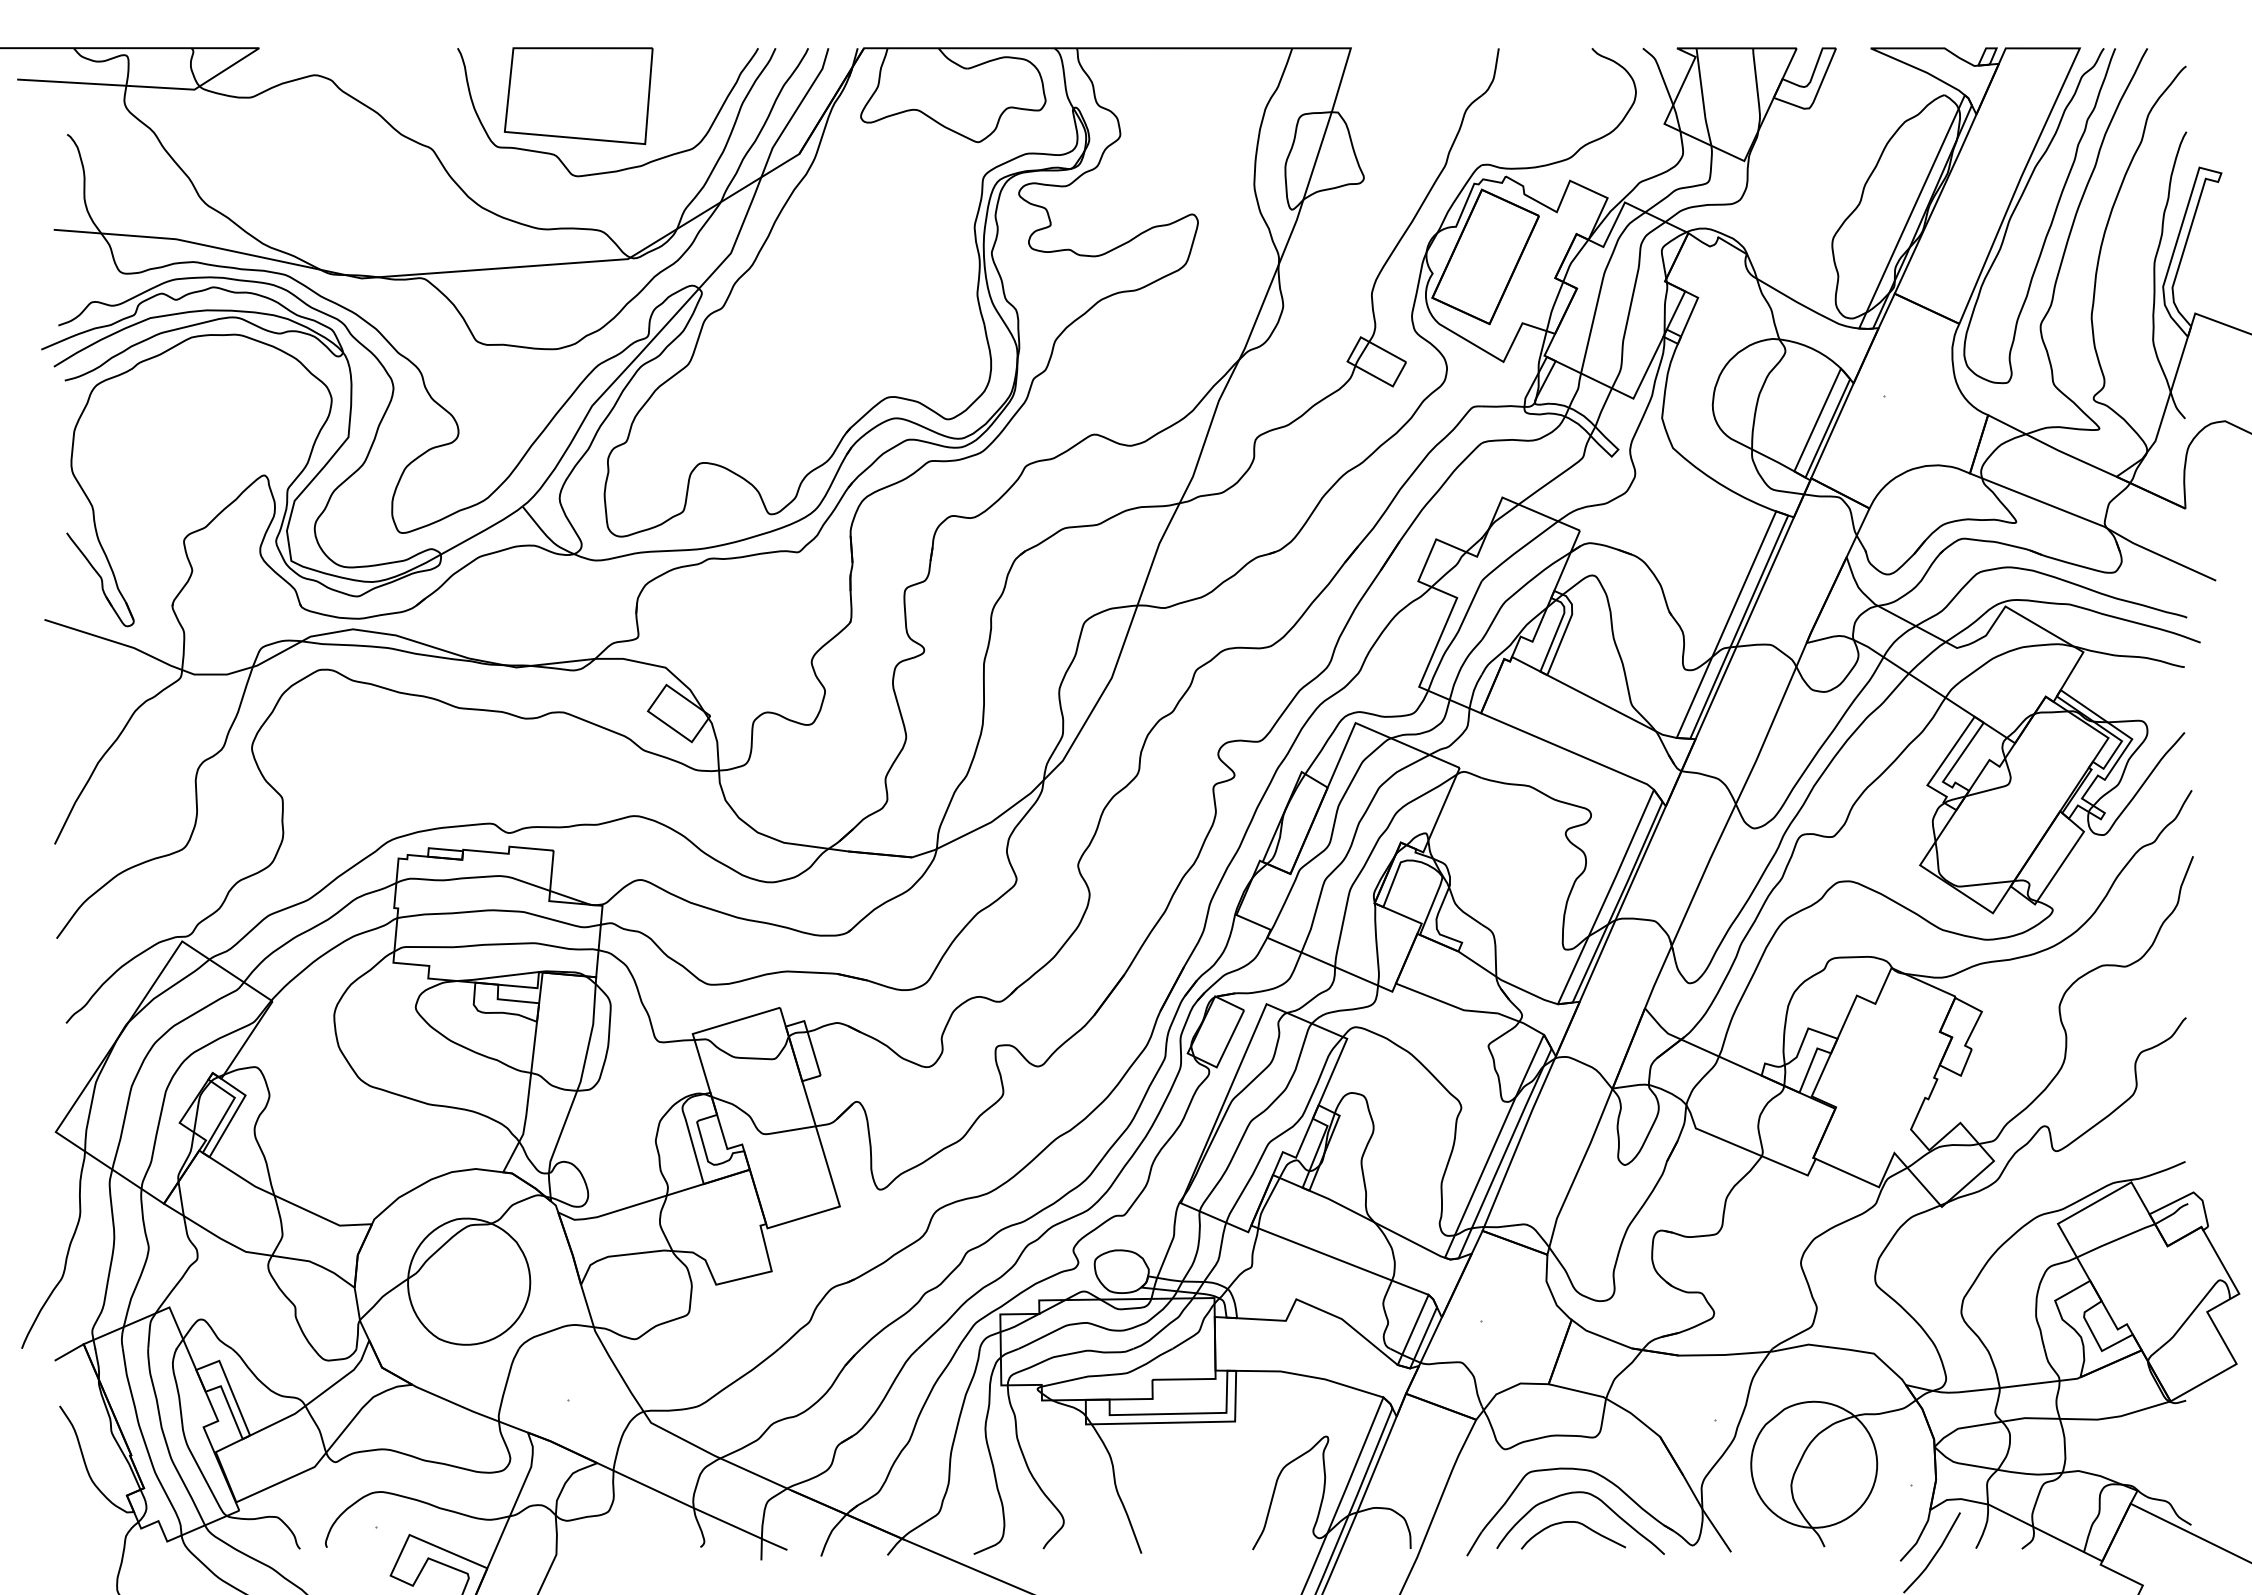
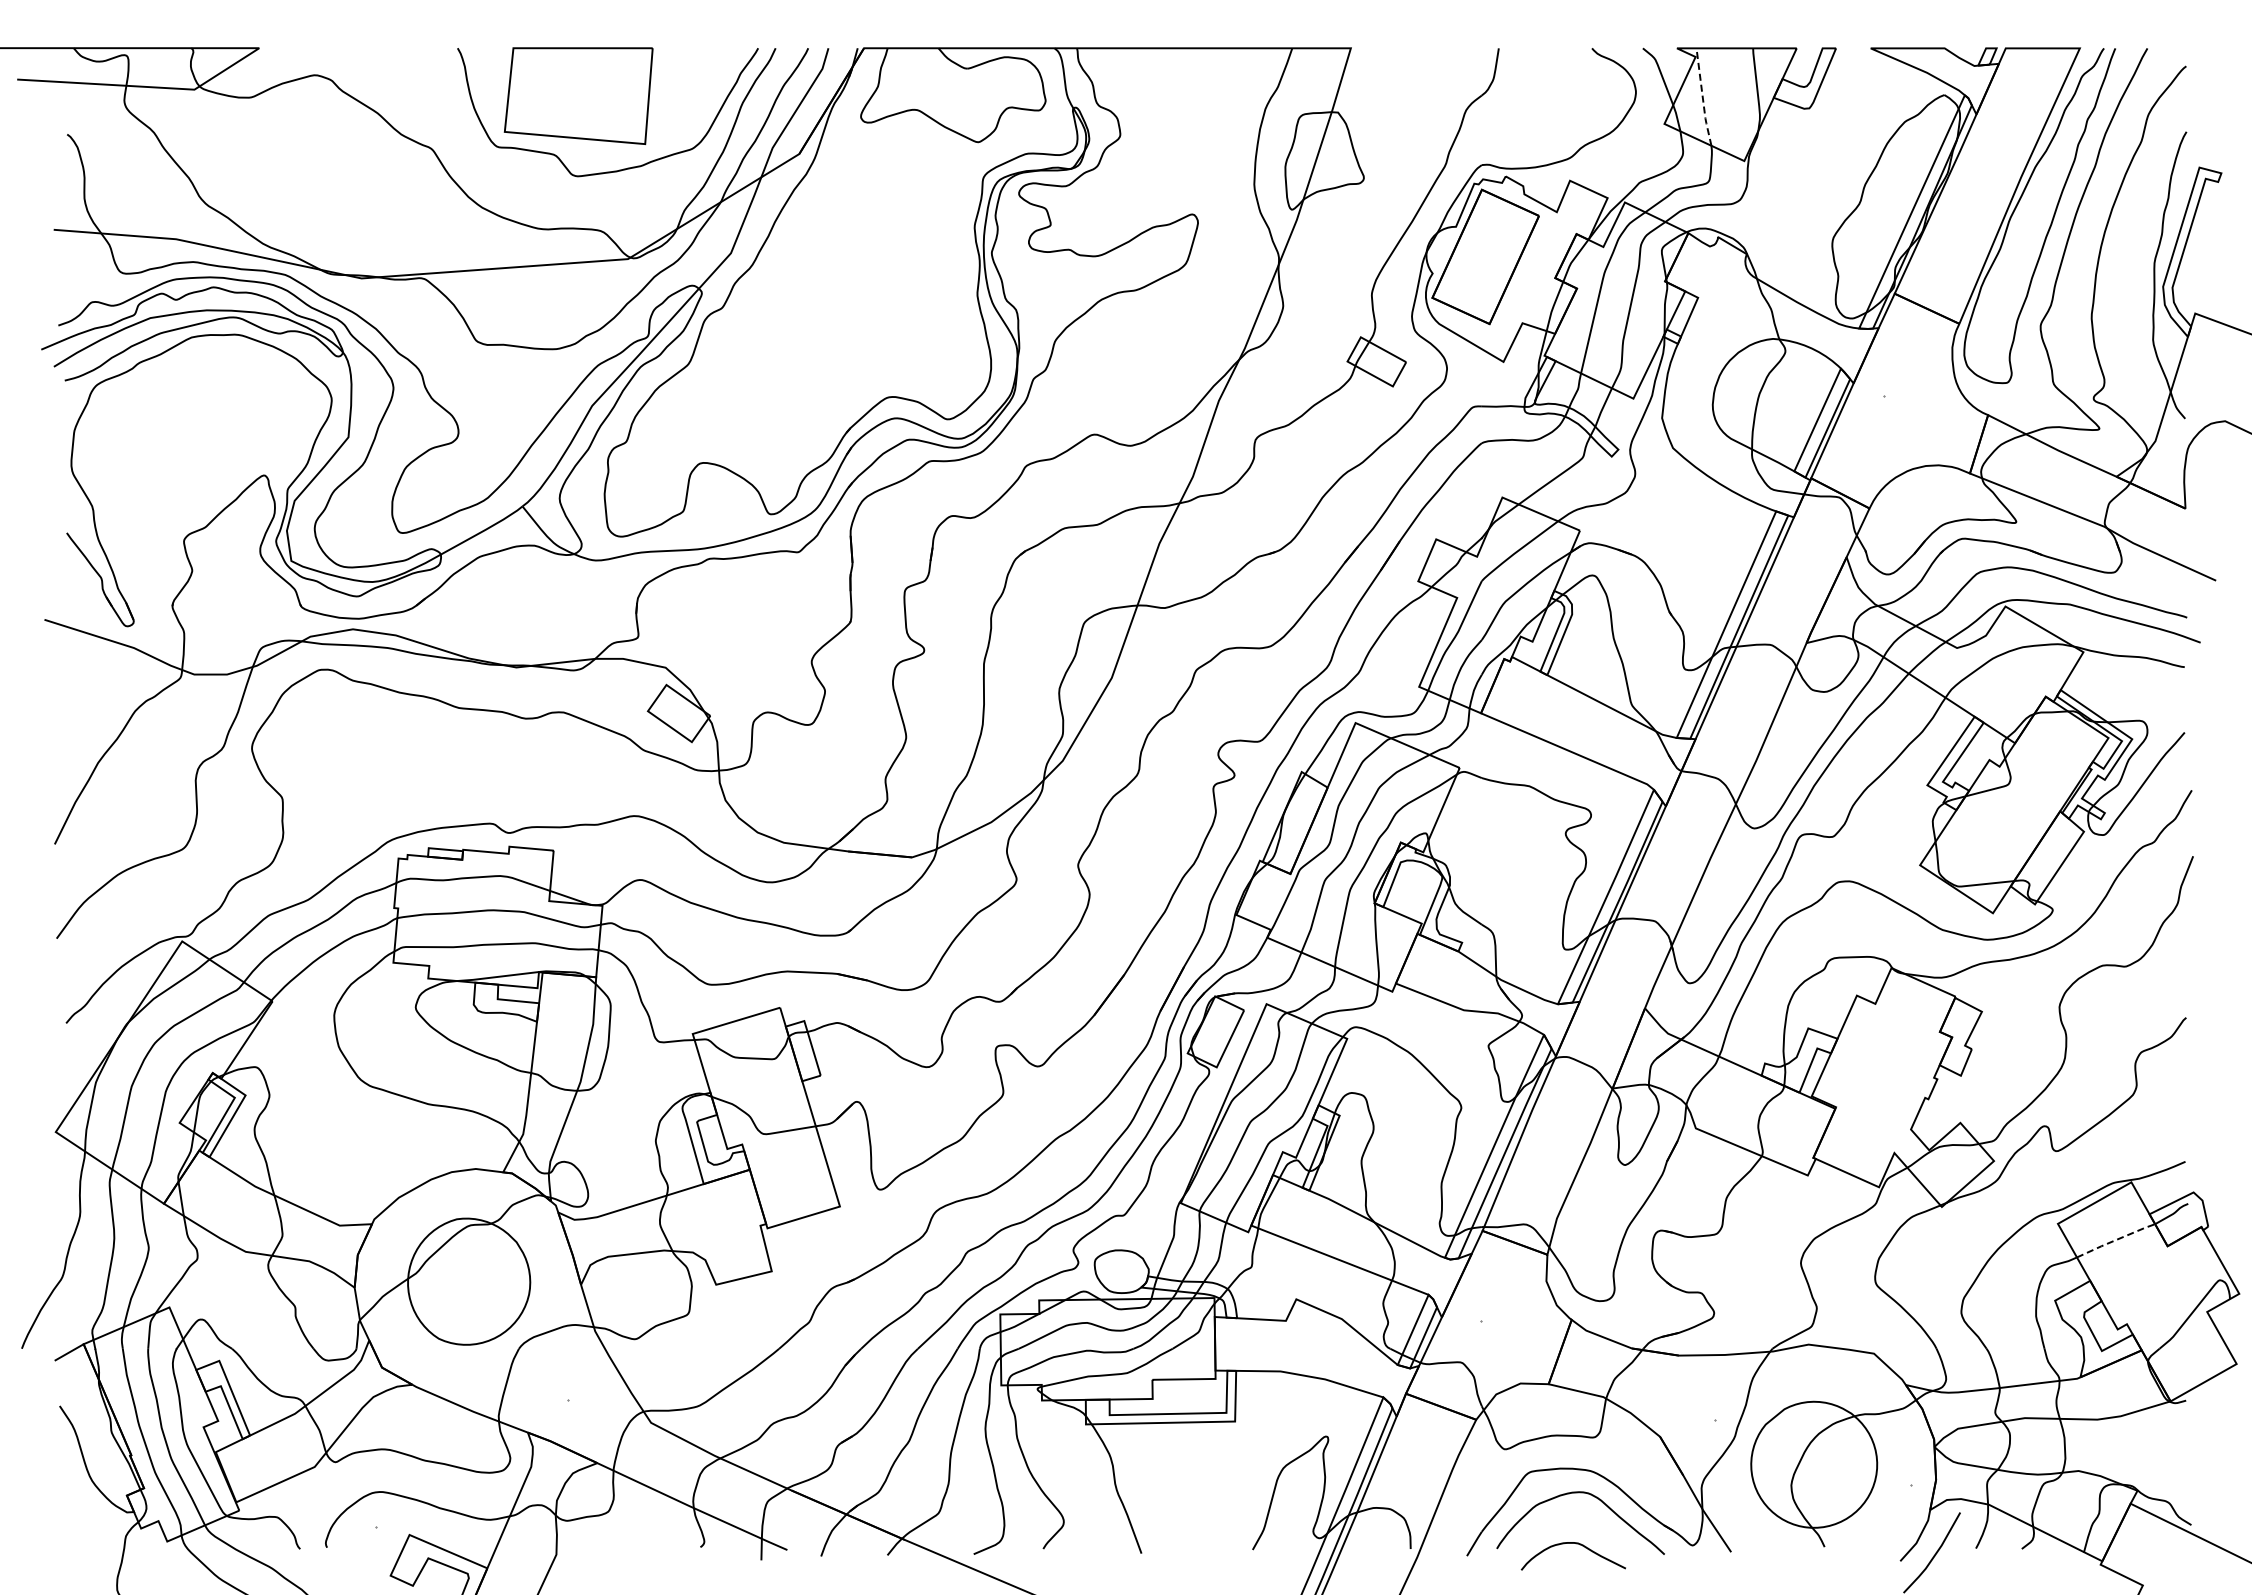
line at (1702, 98): solid -> dashed
line at (2115, 1240): solid -> dashed
curve at (1576, 1523) position: (1576, 1523) -> (1576, 1544)
